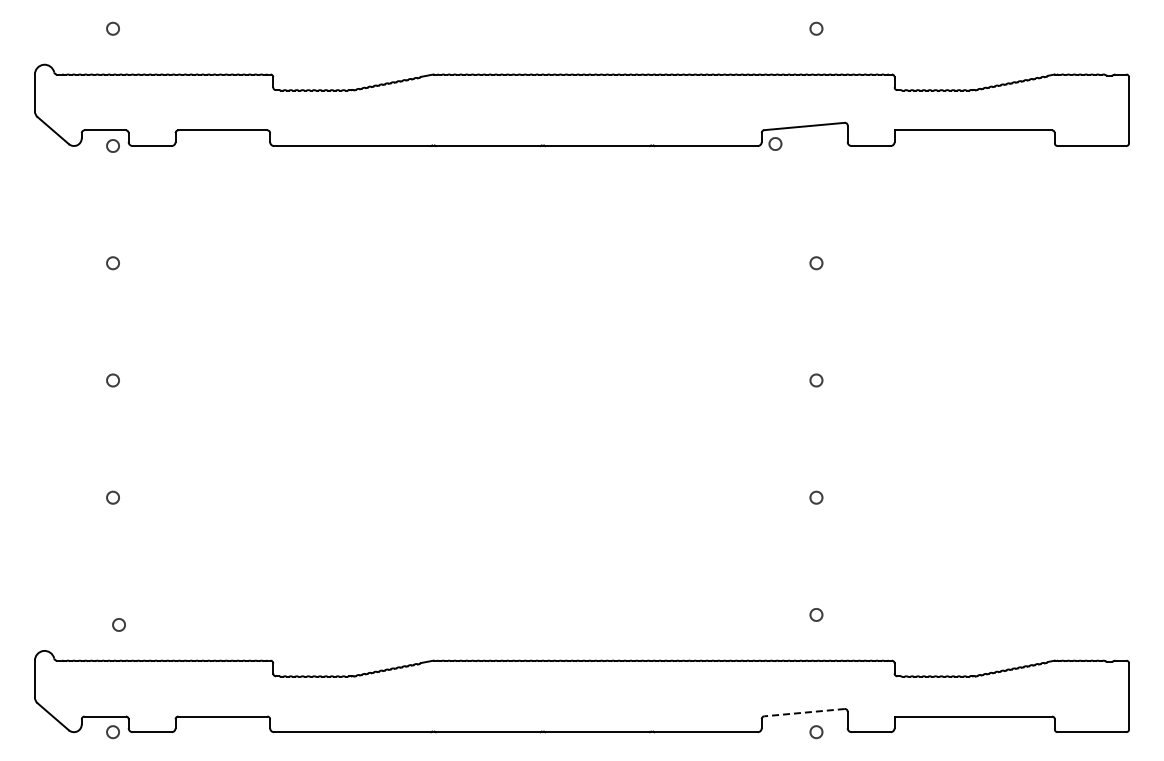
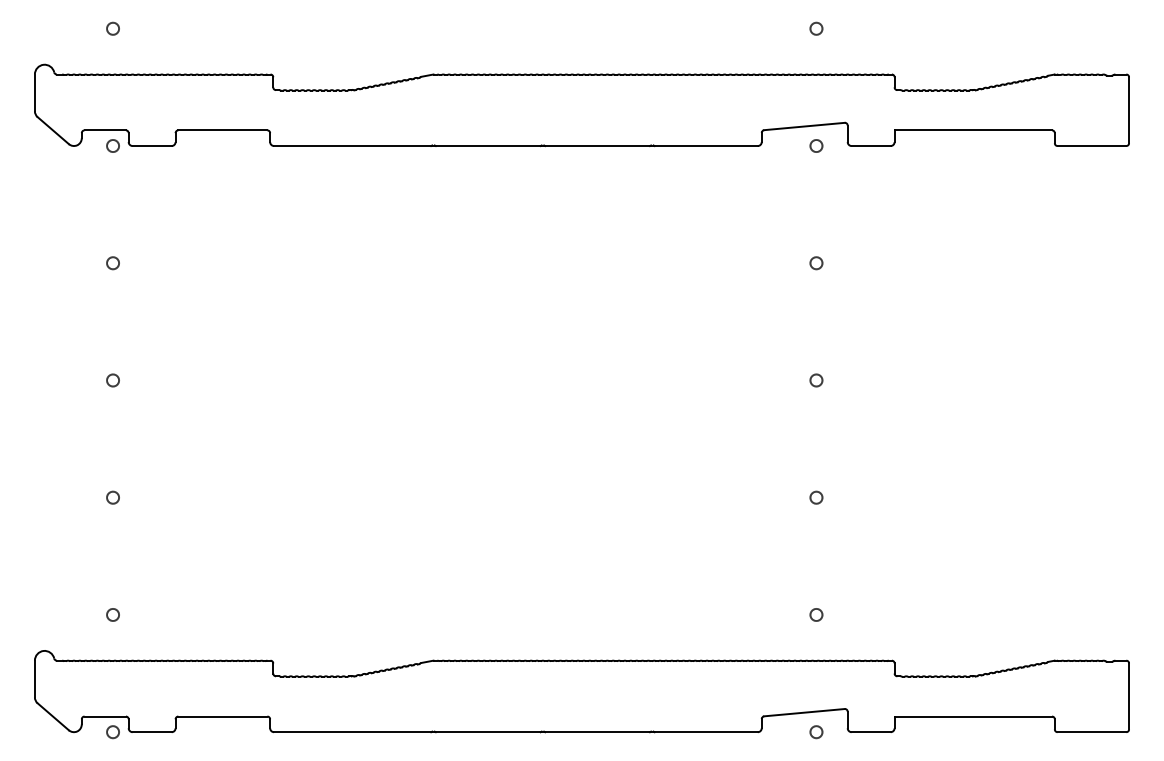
circle at (775, 143) position: (775, 143) -> (816, 145)
circle at (118, 624) position: (118, 624) -> (112, 614)
line at (804, 712): dashed -> solid
